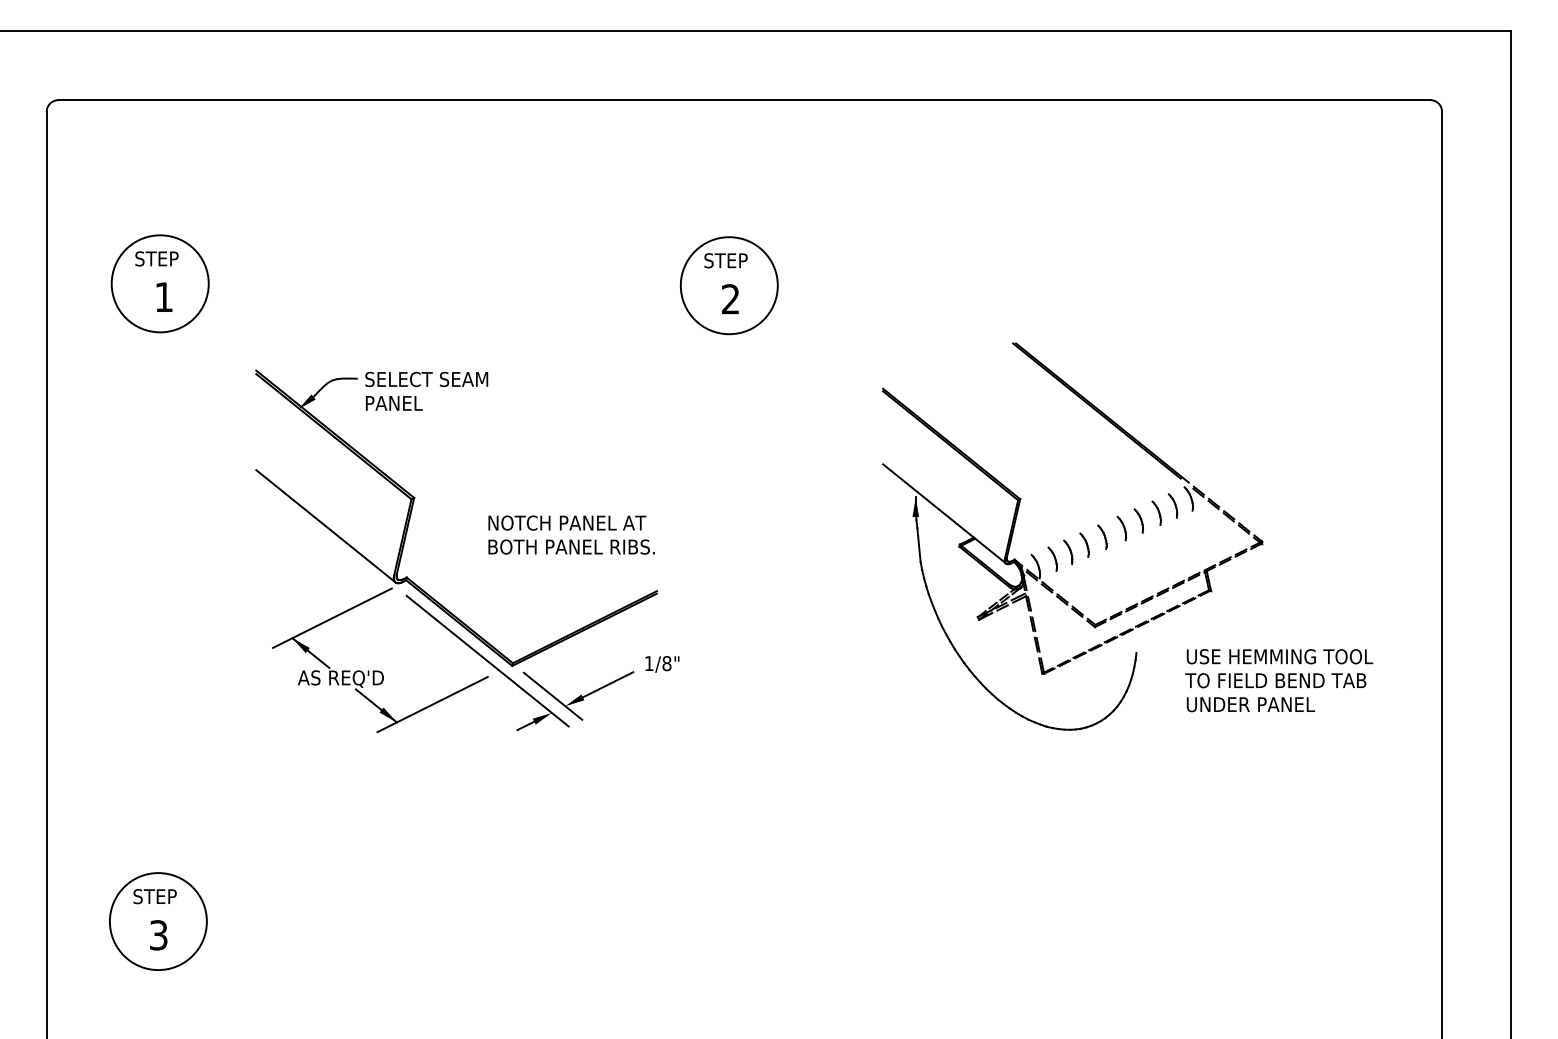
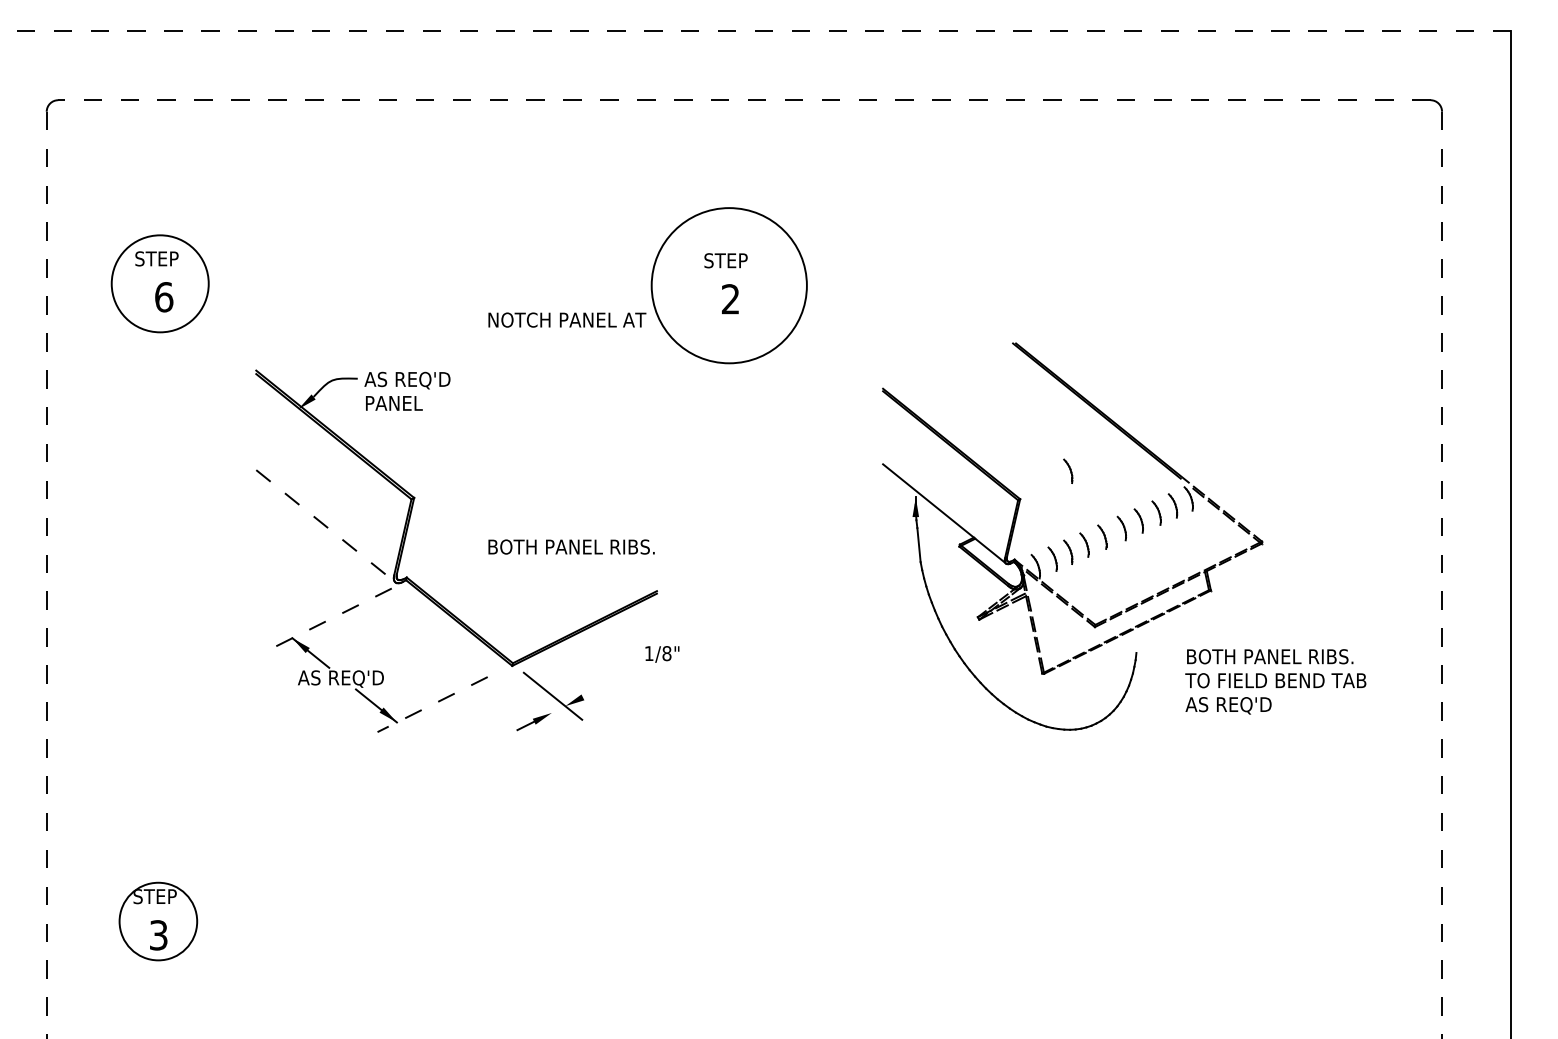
line at (755, 31): solid -> dashed
line at (743, 100): solid -> dashed
circle at (728, 285) diameter: 97 px -> 155 px
text at (164, 297): 1 -> 6
text at (426, 380): SELECT SEAM -> AS REQ'D
part at (1068, 470): none -> present
text at (567, 522) position: (567, 522) -> (567, 319)
line at (326, 526): solid -> dashed
line at (46, 575): solid -> dashed
line at (1442, 575): solid -> dashed
line at (331, 618): solid -> dashed
text at (1279, 656): USE HEMMING TOOL -> BOTH PANEL RIBS.
line at (487, 660): present -> none
text at (662, 664) position: (662, 664) -> (662, 654)
line at (607, 684): present -> none
line at (432, 704): solid -> dashed
text at (1249, 705): UNDER PANEL -> AS REQ'D
circle at (157, 921) diameter: 97 px -> 78 px
